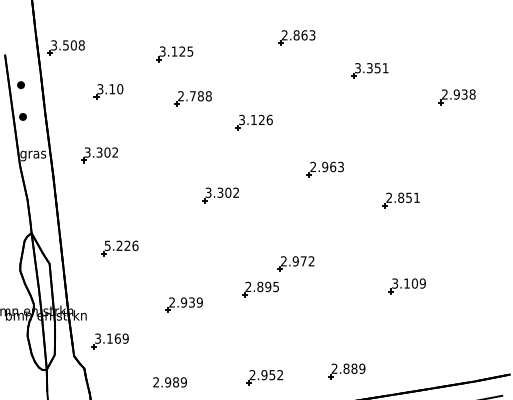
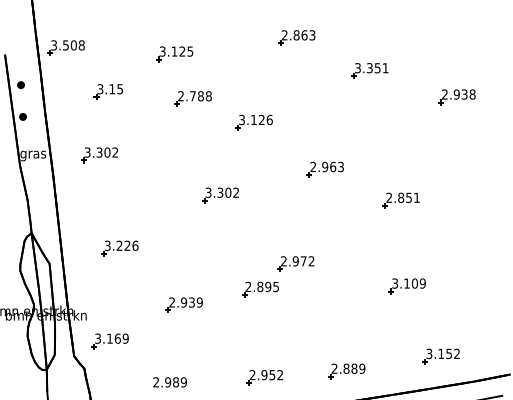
text at (120, 89): 3.10 -> 3.15
text at (107, 245): 5.226 -> 3.226
part at (440, 356): none -> present
